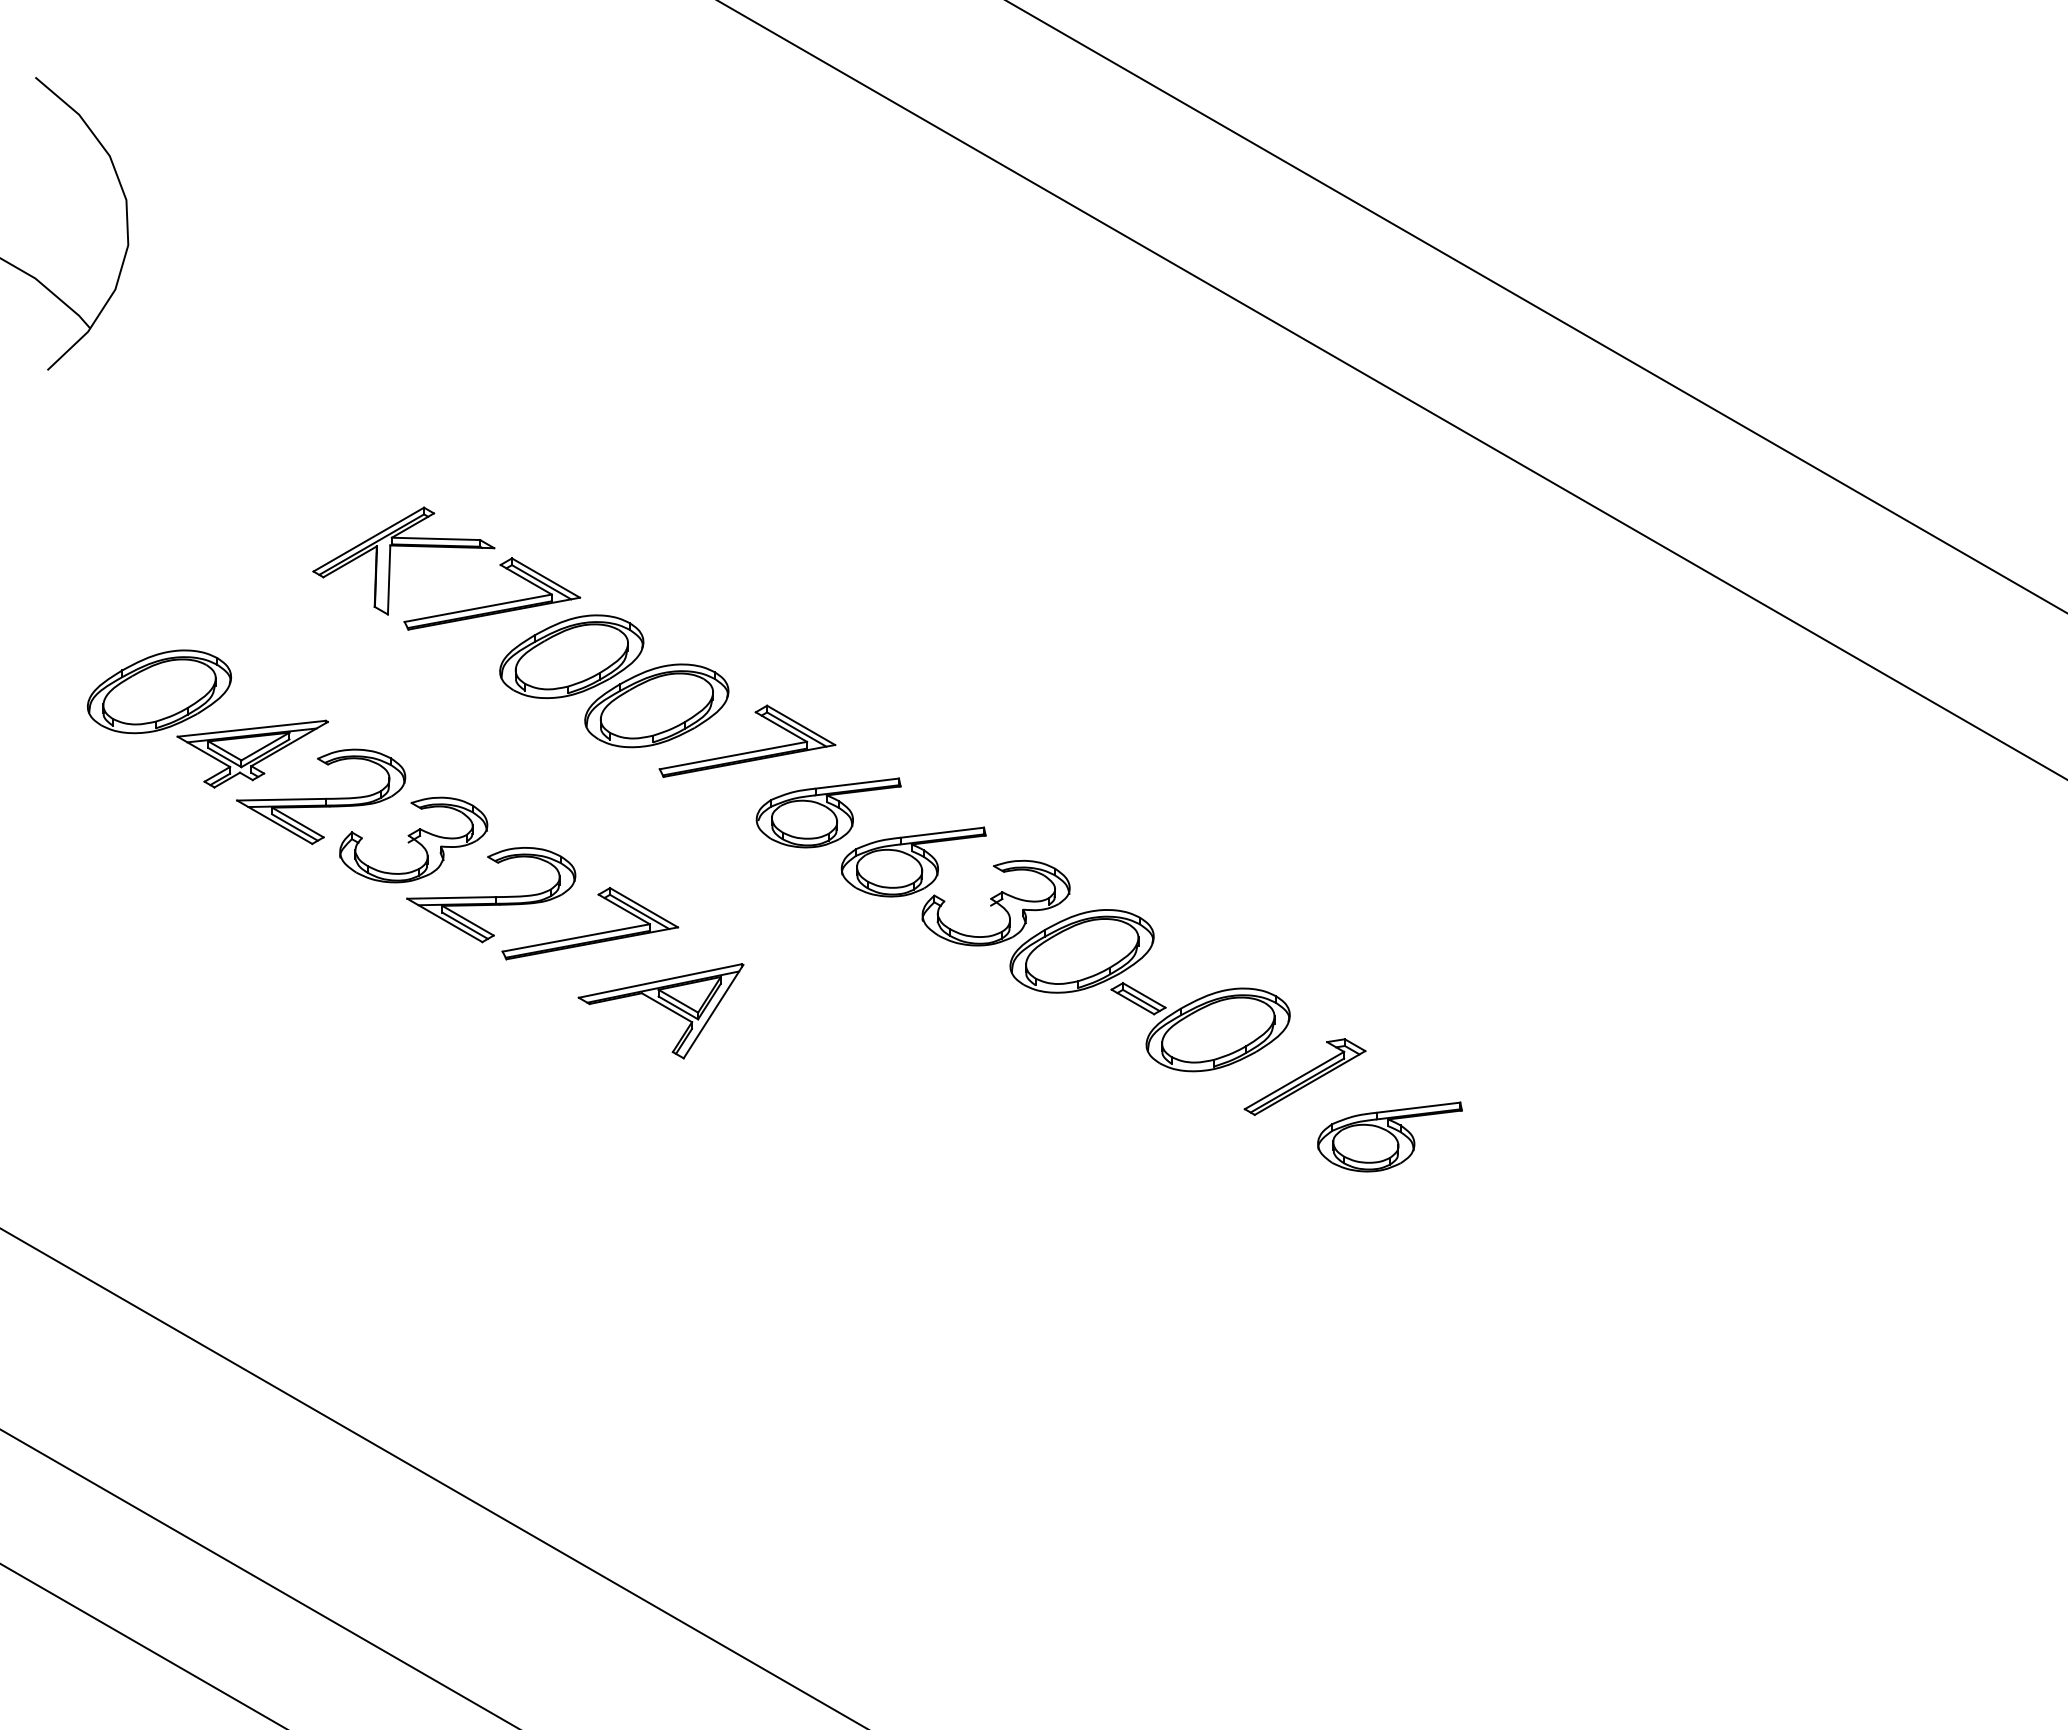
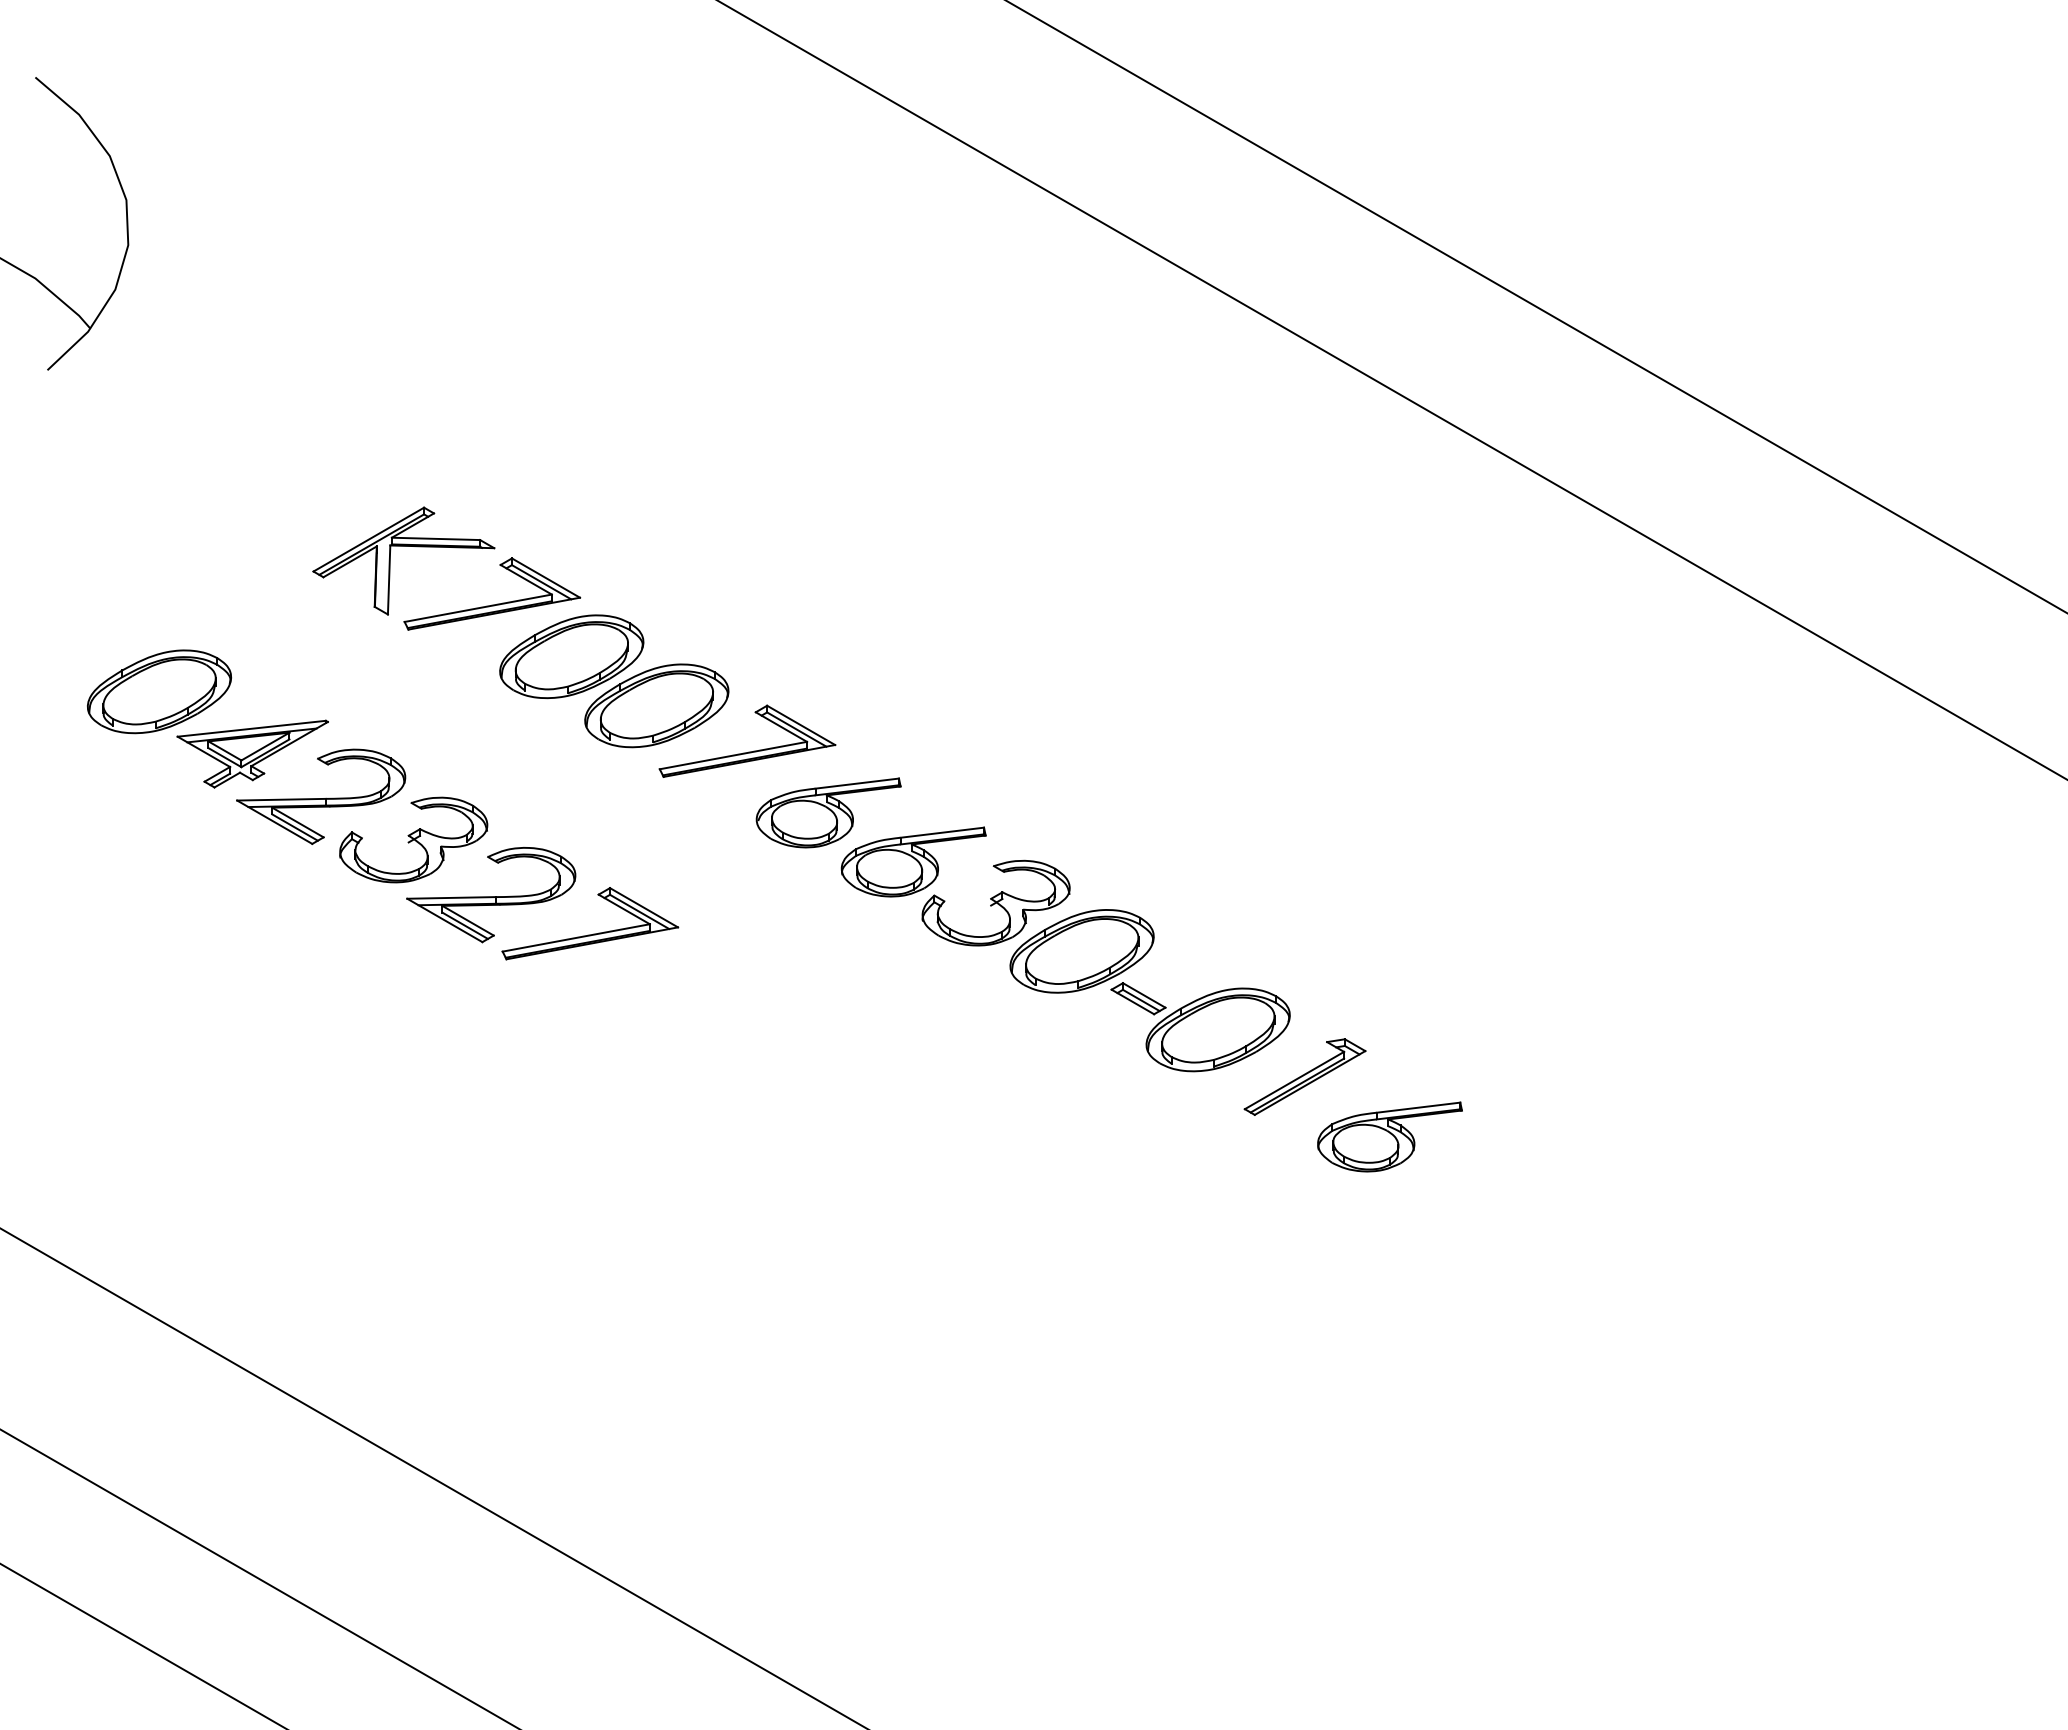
part at (660, 1011): present -> none
